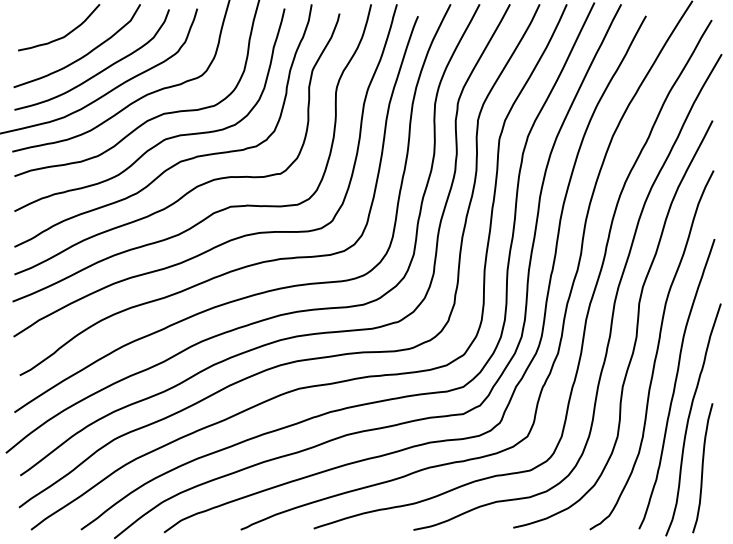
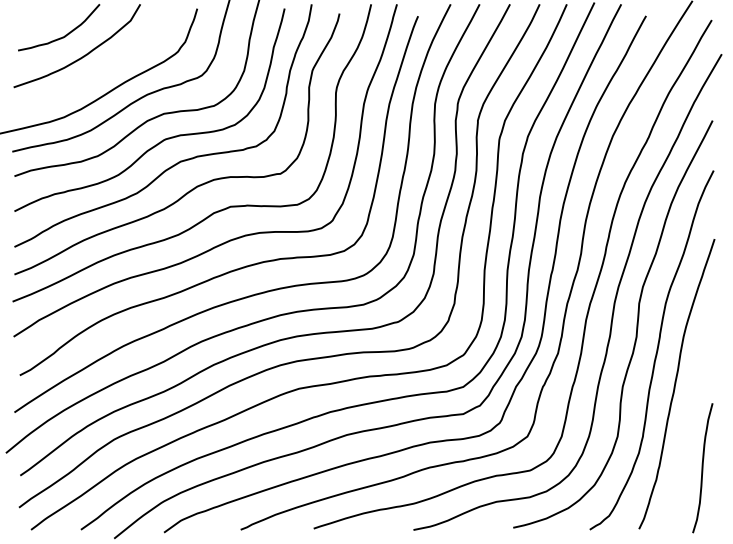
curve at (99, 71): present -> none
curve at (689, 419): present -> none
